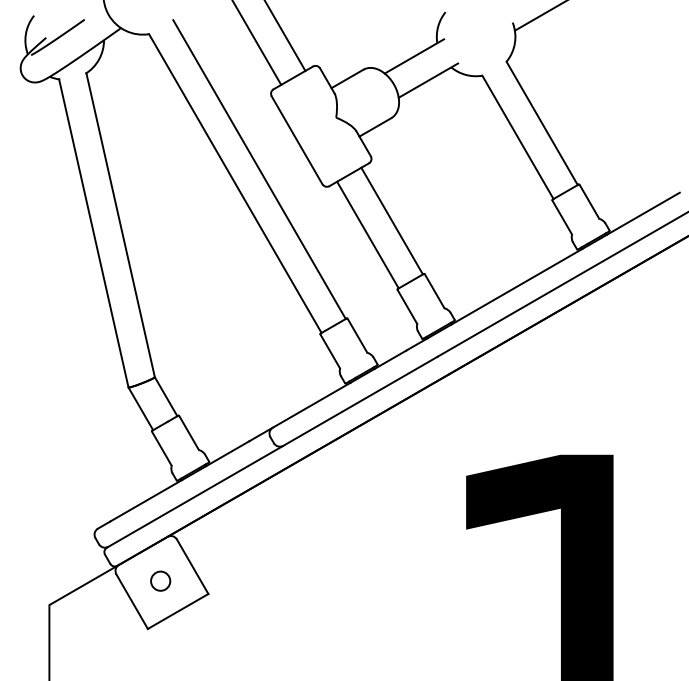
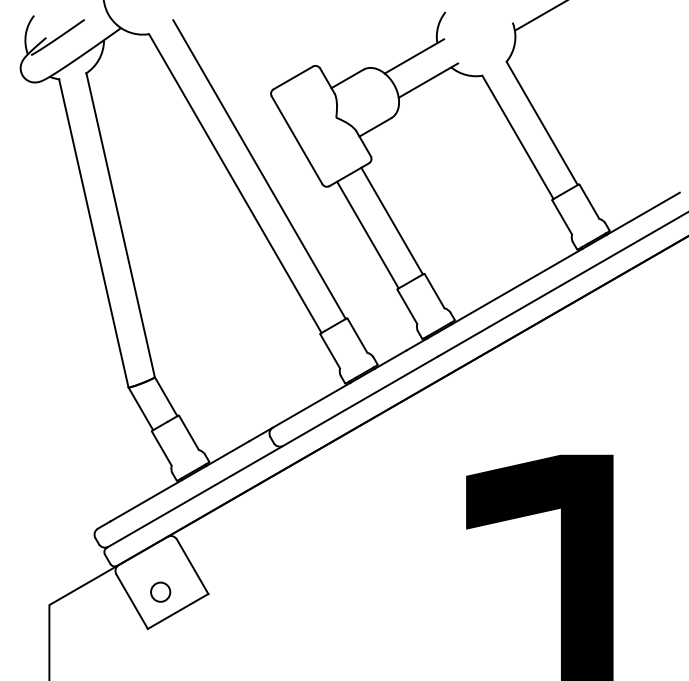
line at (285, 36): present -> none
line at (257, 43): present -> none
circle at (160, 580) position: (160, 580) -> (160, 591)
